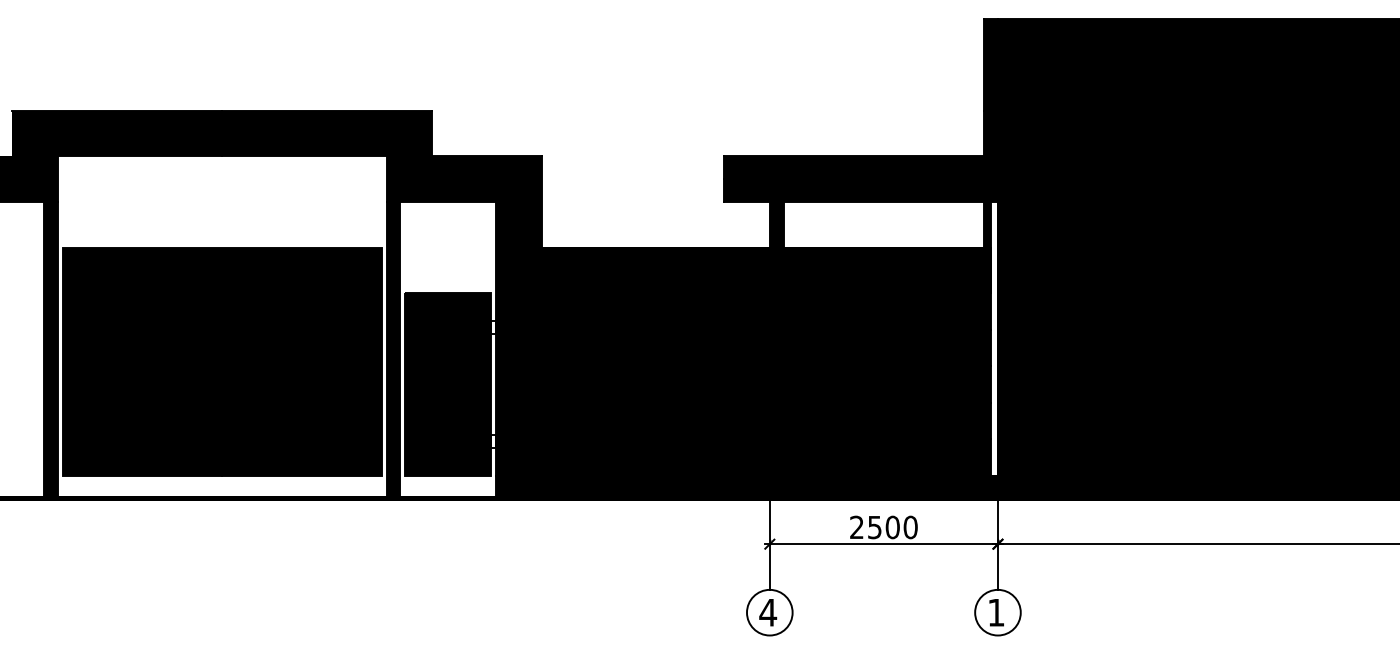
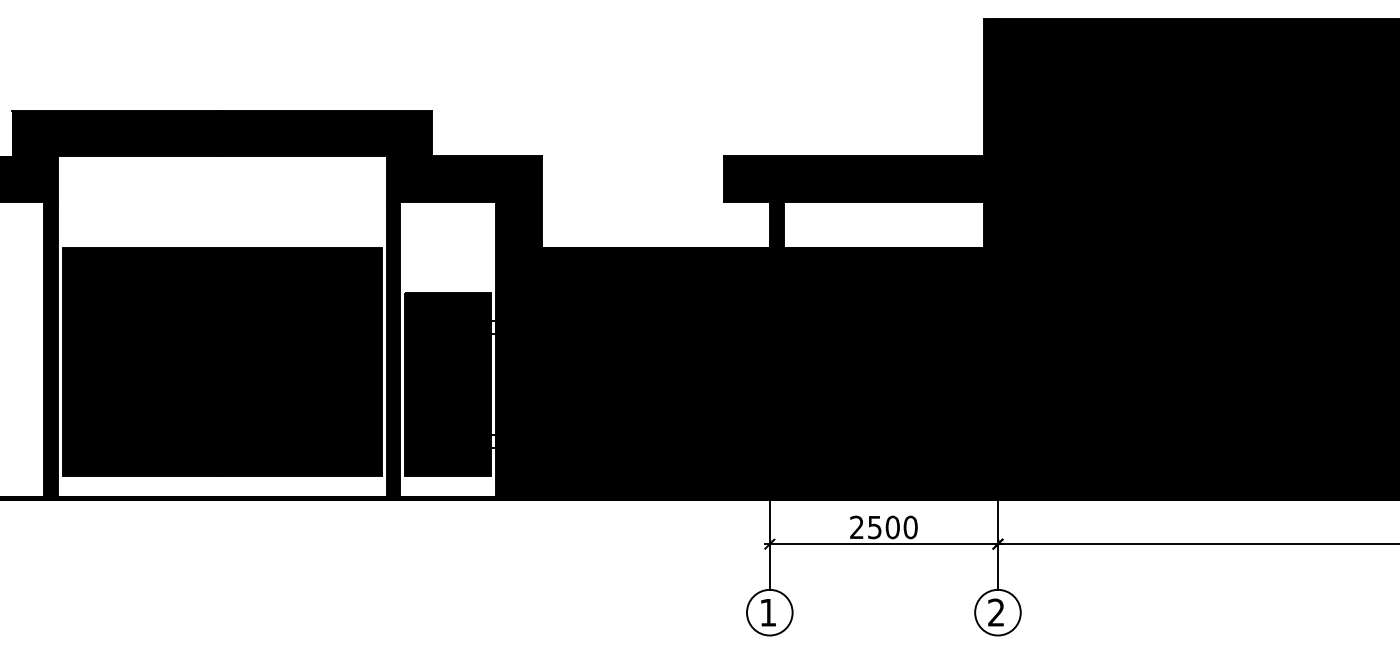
fill at (993, 338): none -> present
text at (768, 612): 4 -> 1
text at (995, 612): 1 -> 2
